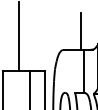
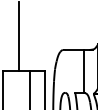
line at (80, 30): present -> none
